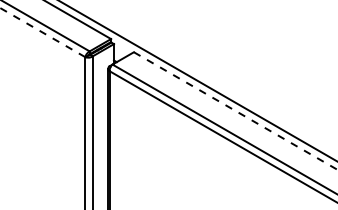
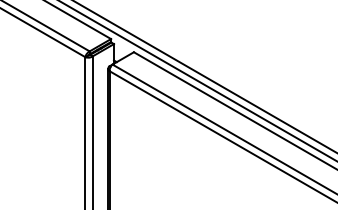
line at (43, 32): dashed -> solid
line at (205, 76): none -> present
line at (236, 111): dashed -> solid
